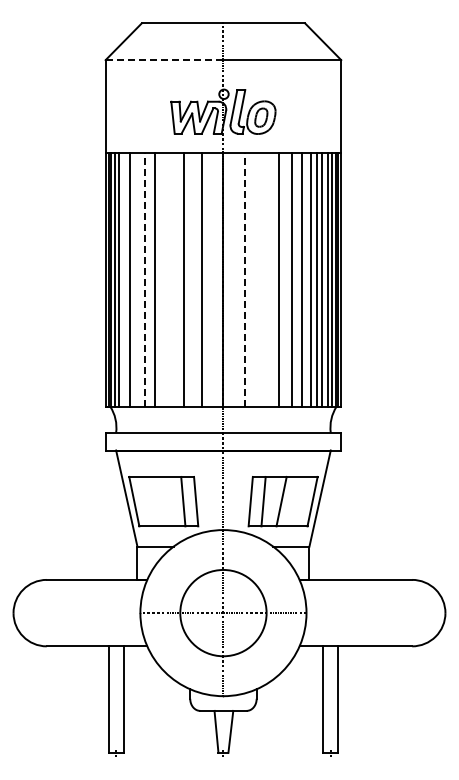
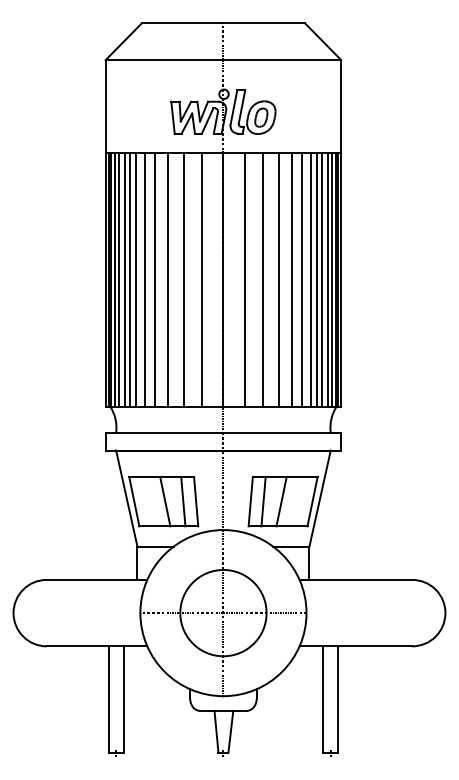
line at (164, 60): dashed -> solid
line at (124, 279): none -> present
line at (136, 279): none -> present
line at (144, 279): dashed -> solid
line at (167, 279): none -> present
line at (244, 279): dashed -> solid
line at (263, 279): none -> present
line at (165, 501): none -> present
